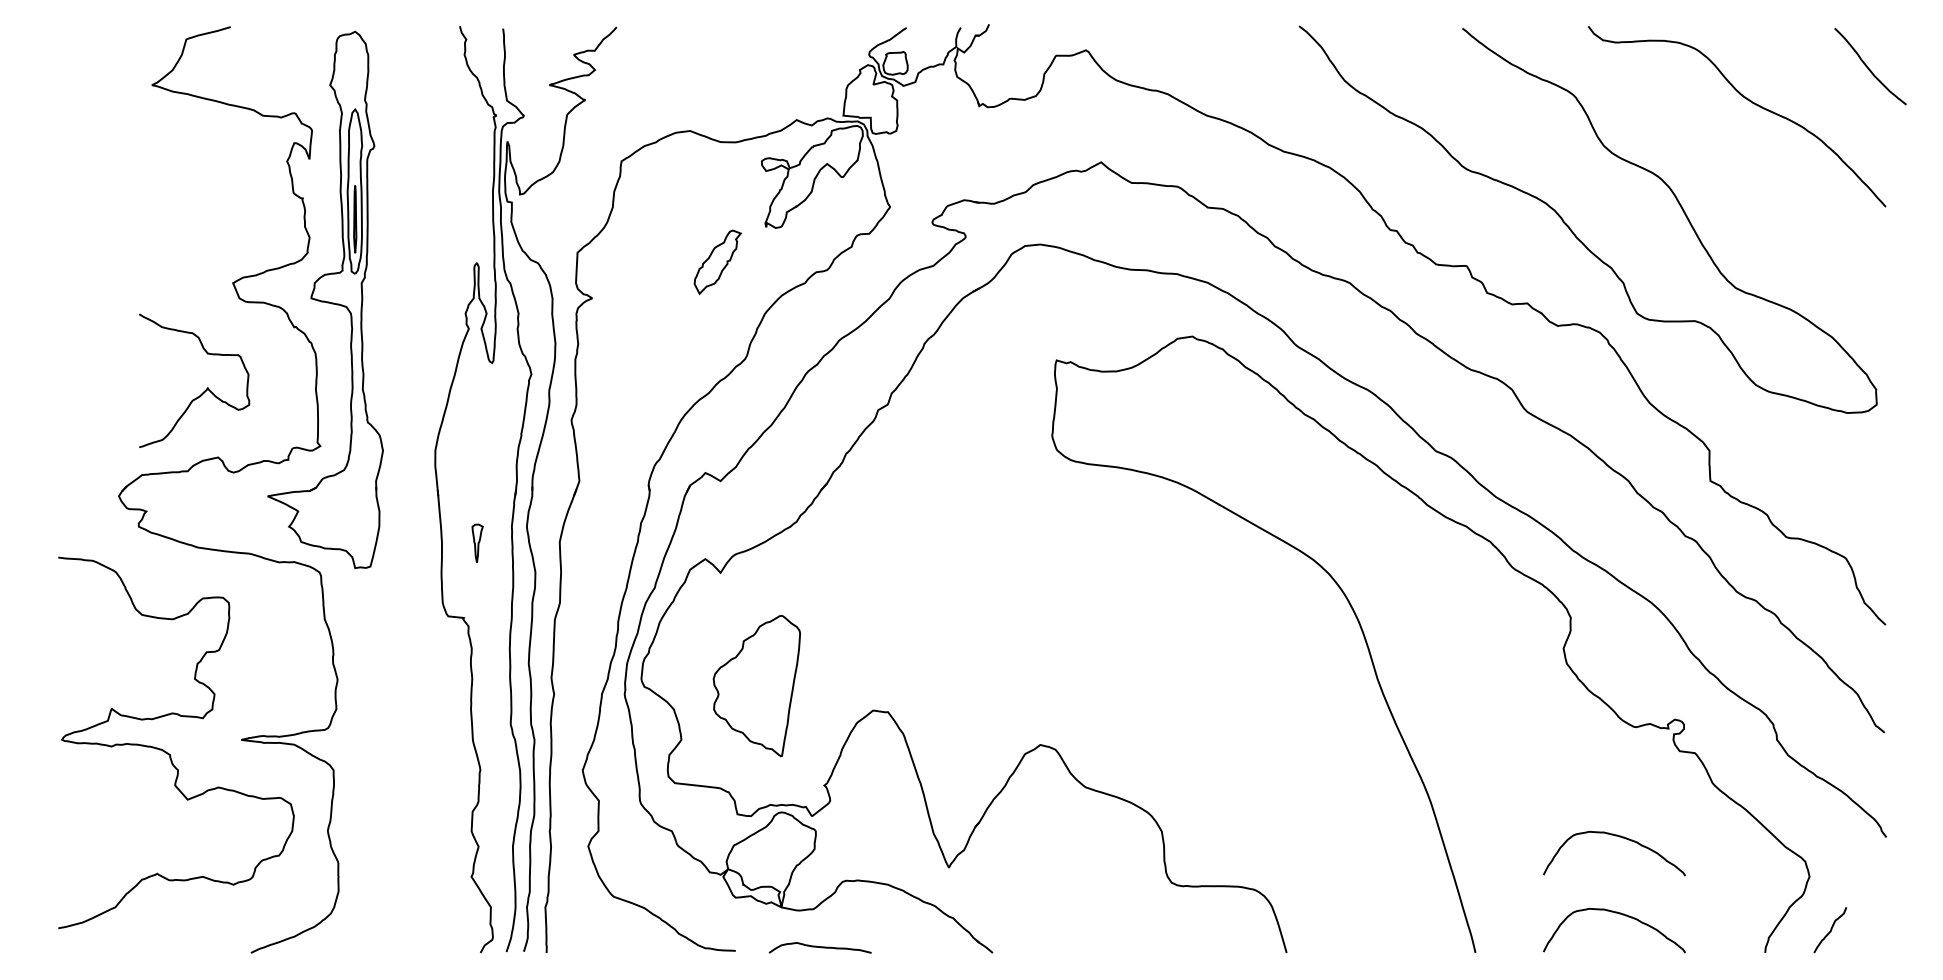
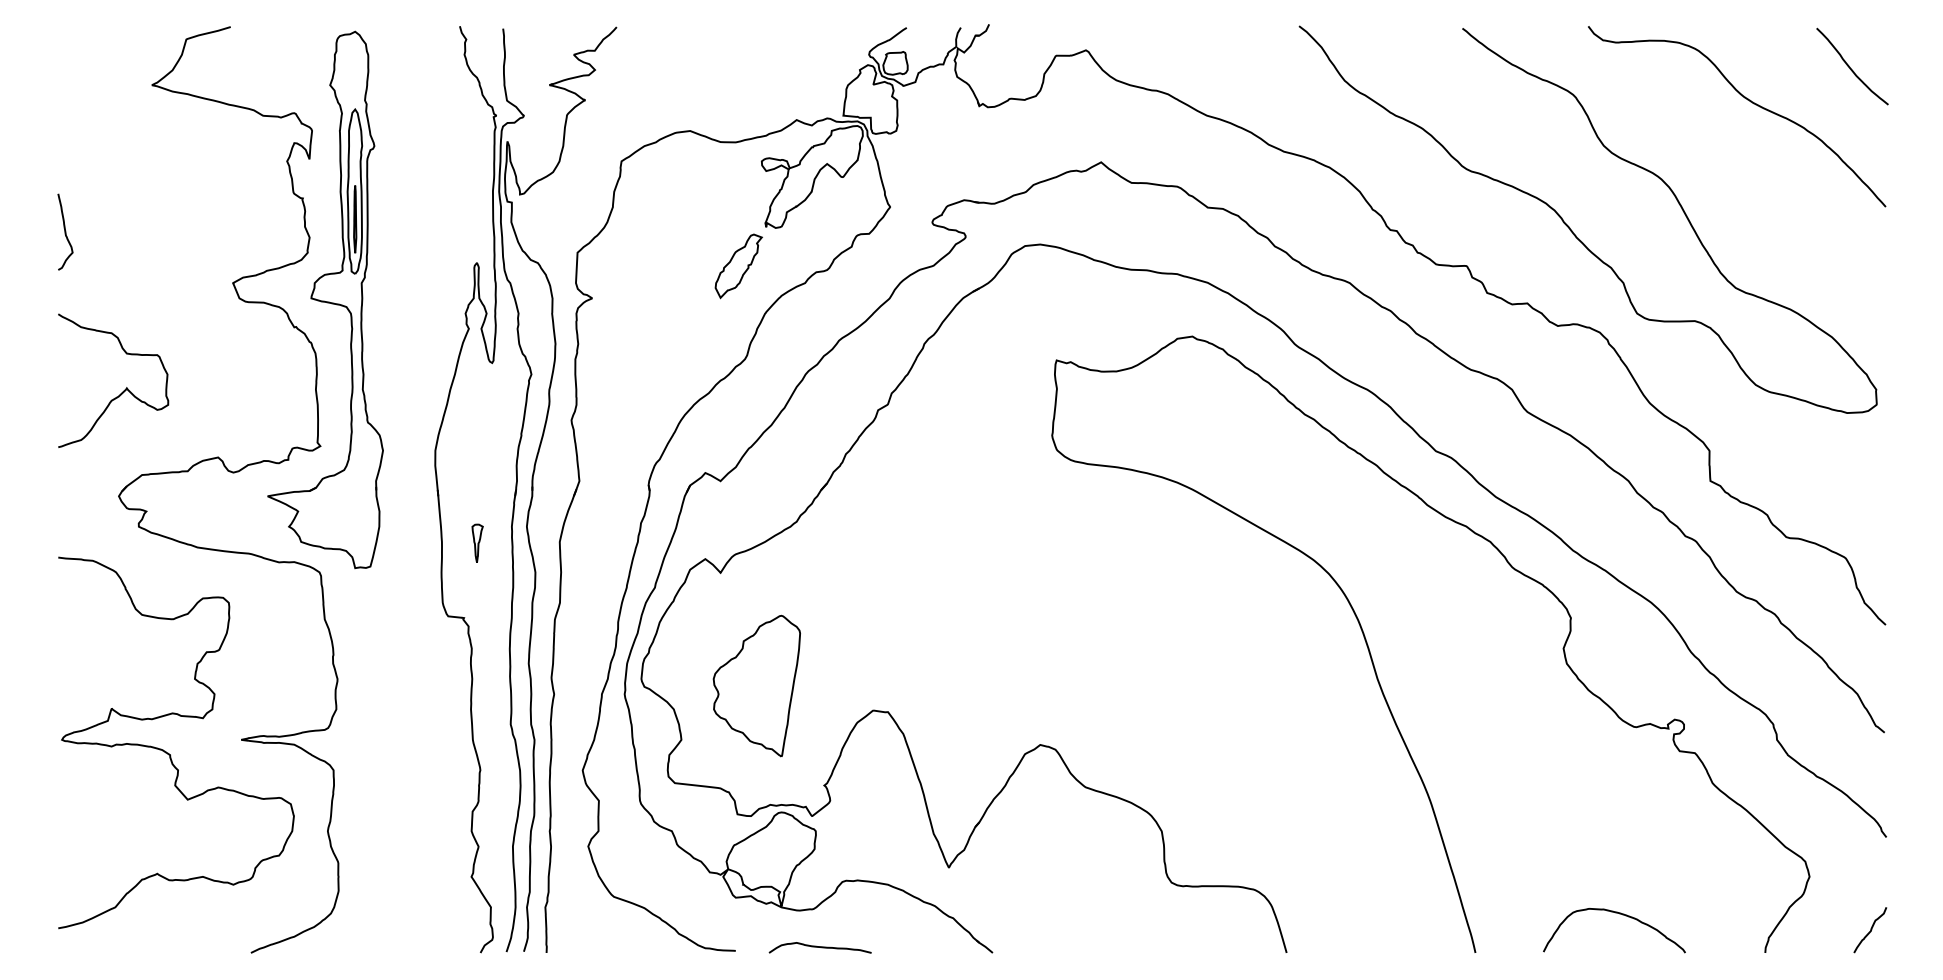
curve at (1868, 67) position: (1868, 67) -> (1850, 67)
curve at (65, 231): none -> present
part at (717, 262) position: (717, 262) -> (738, 266)
curve at (204, 390) position: (204, 390) -> (123, 390)
curve at (1619, 837): present -> none
curve at (1830, 930) position: (1830, 930) -> (1870, 930)
